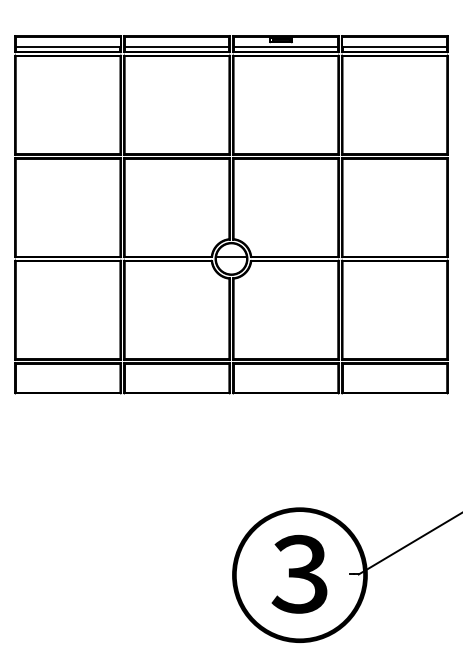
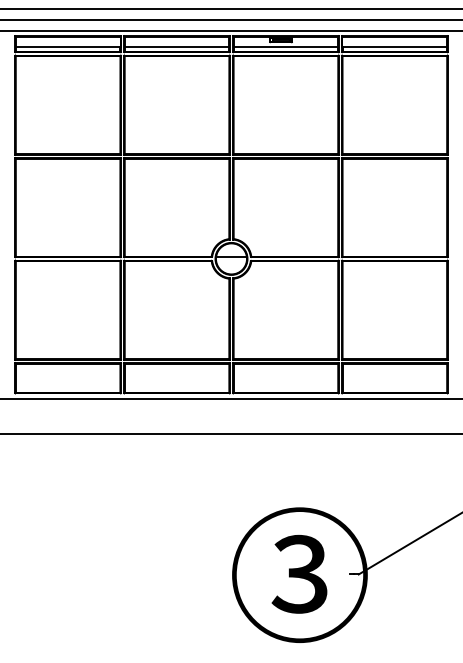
line at (230, 9): none -> present
line at (230, 19): none -> present
line at (230, 30): none -> present
line at (230, 398): none -> present
line at (230, 434): none -> present
